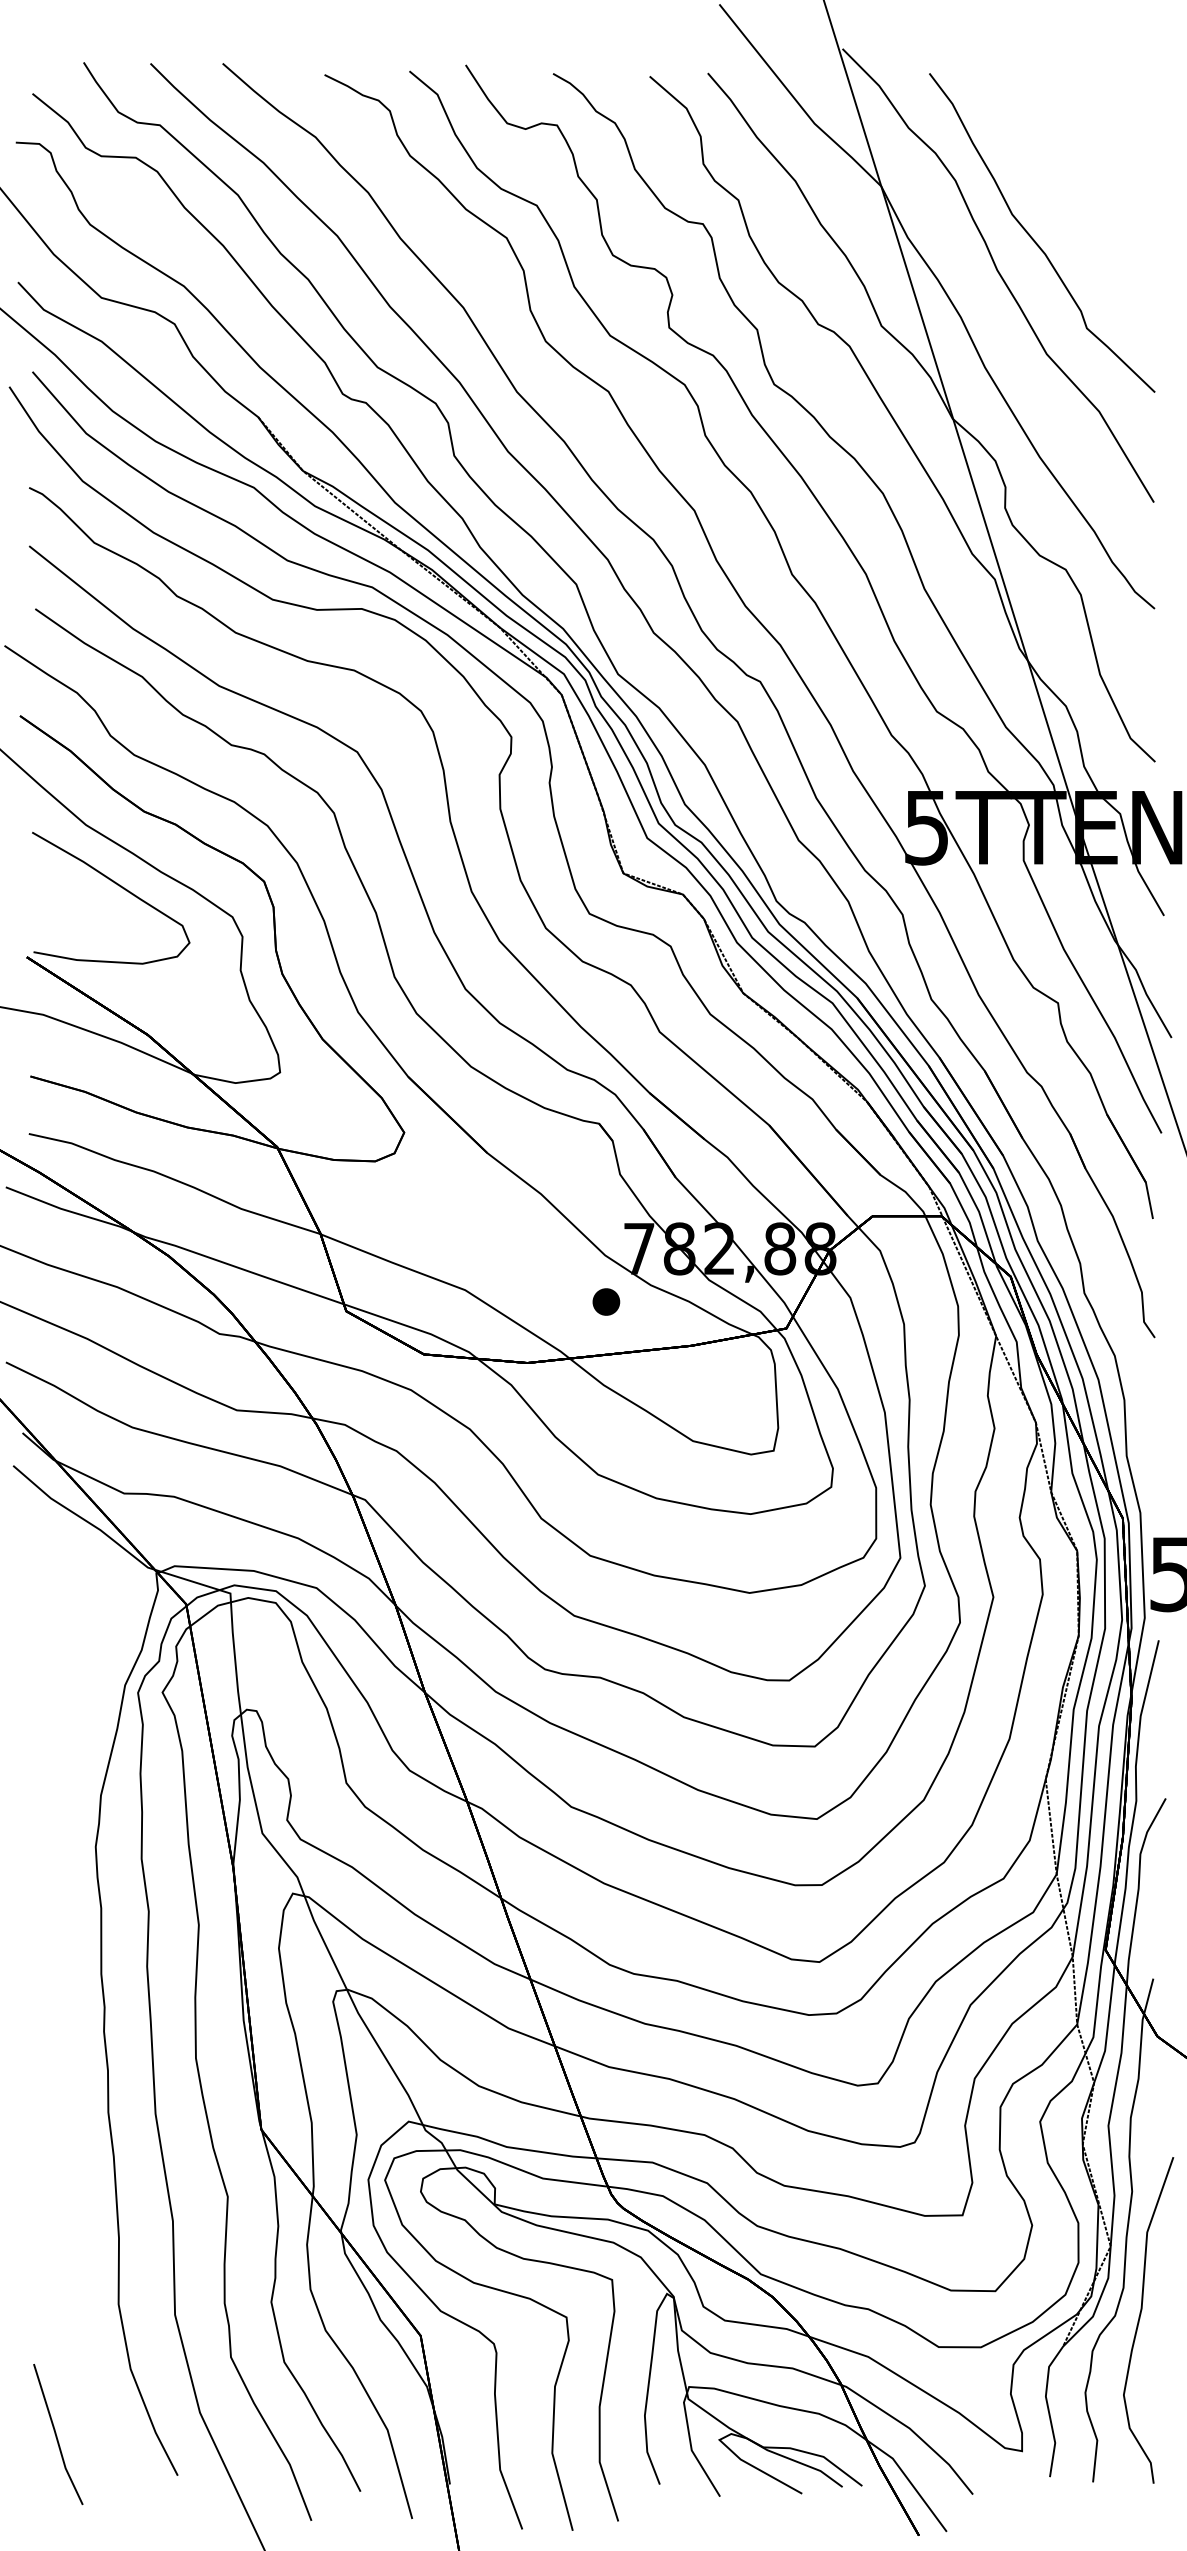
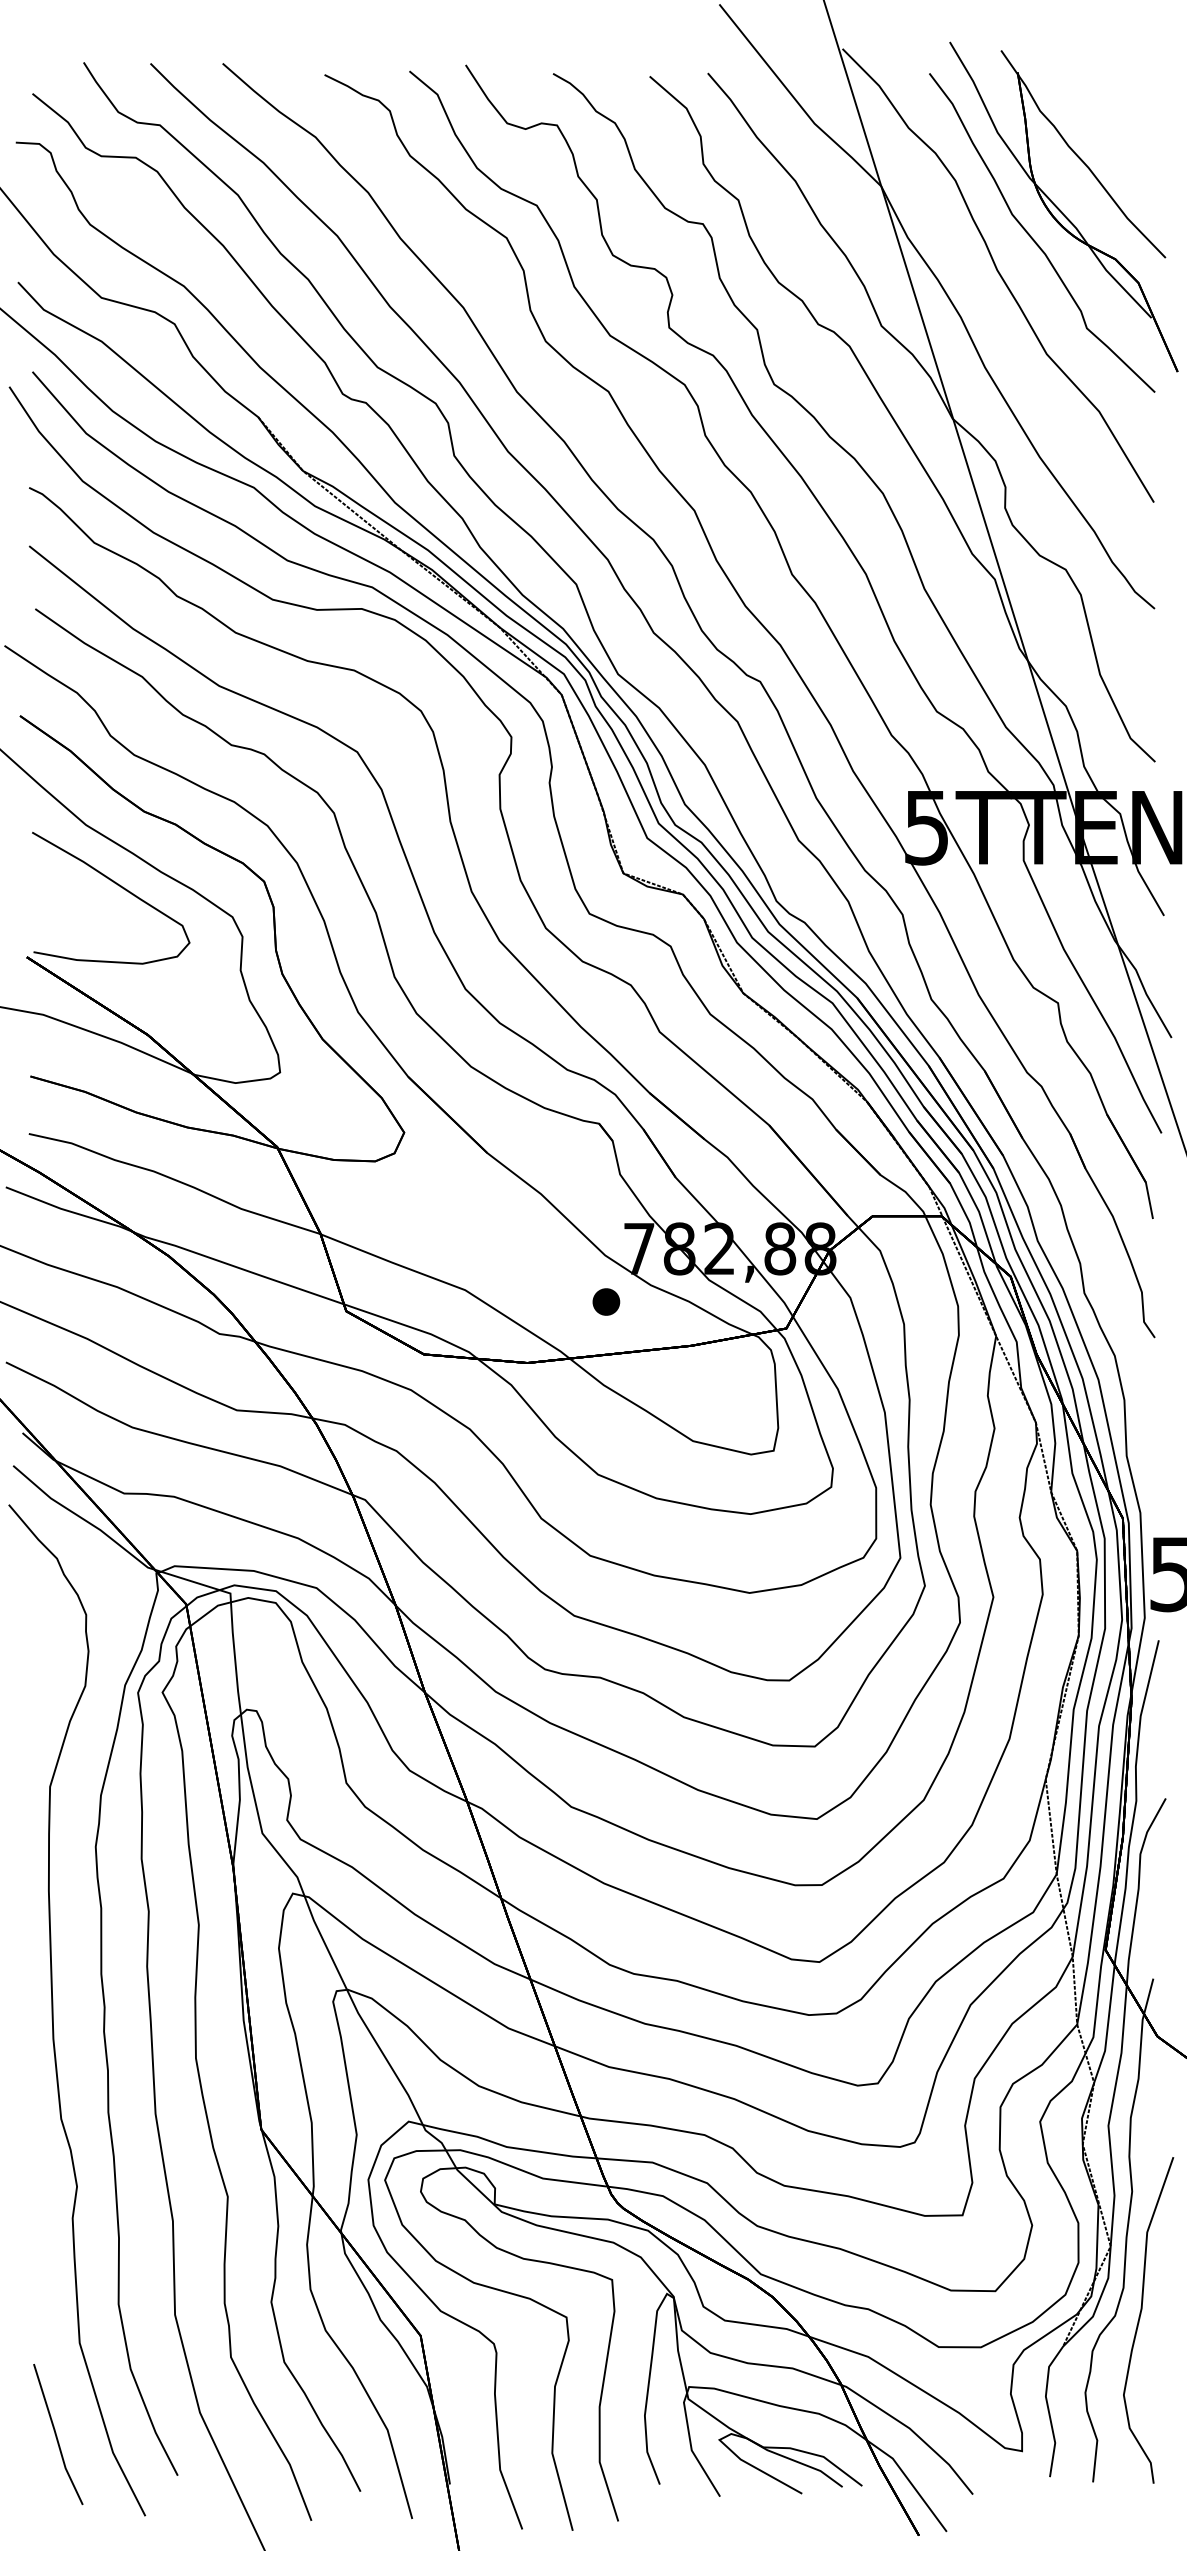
part at (1063, 206): none -> present
curve at (53, 2010): none -> present
